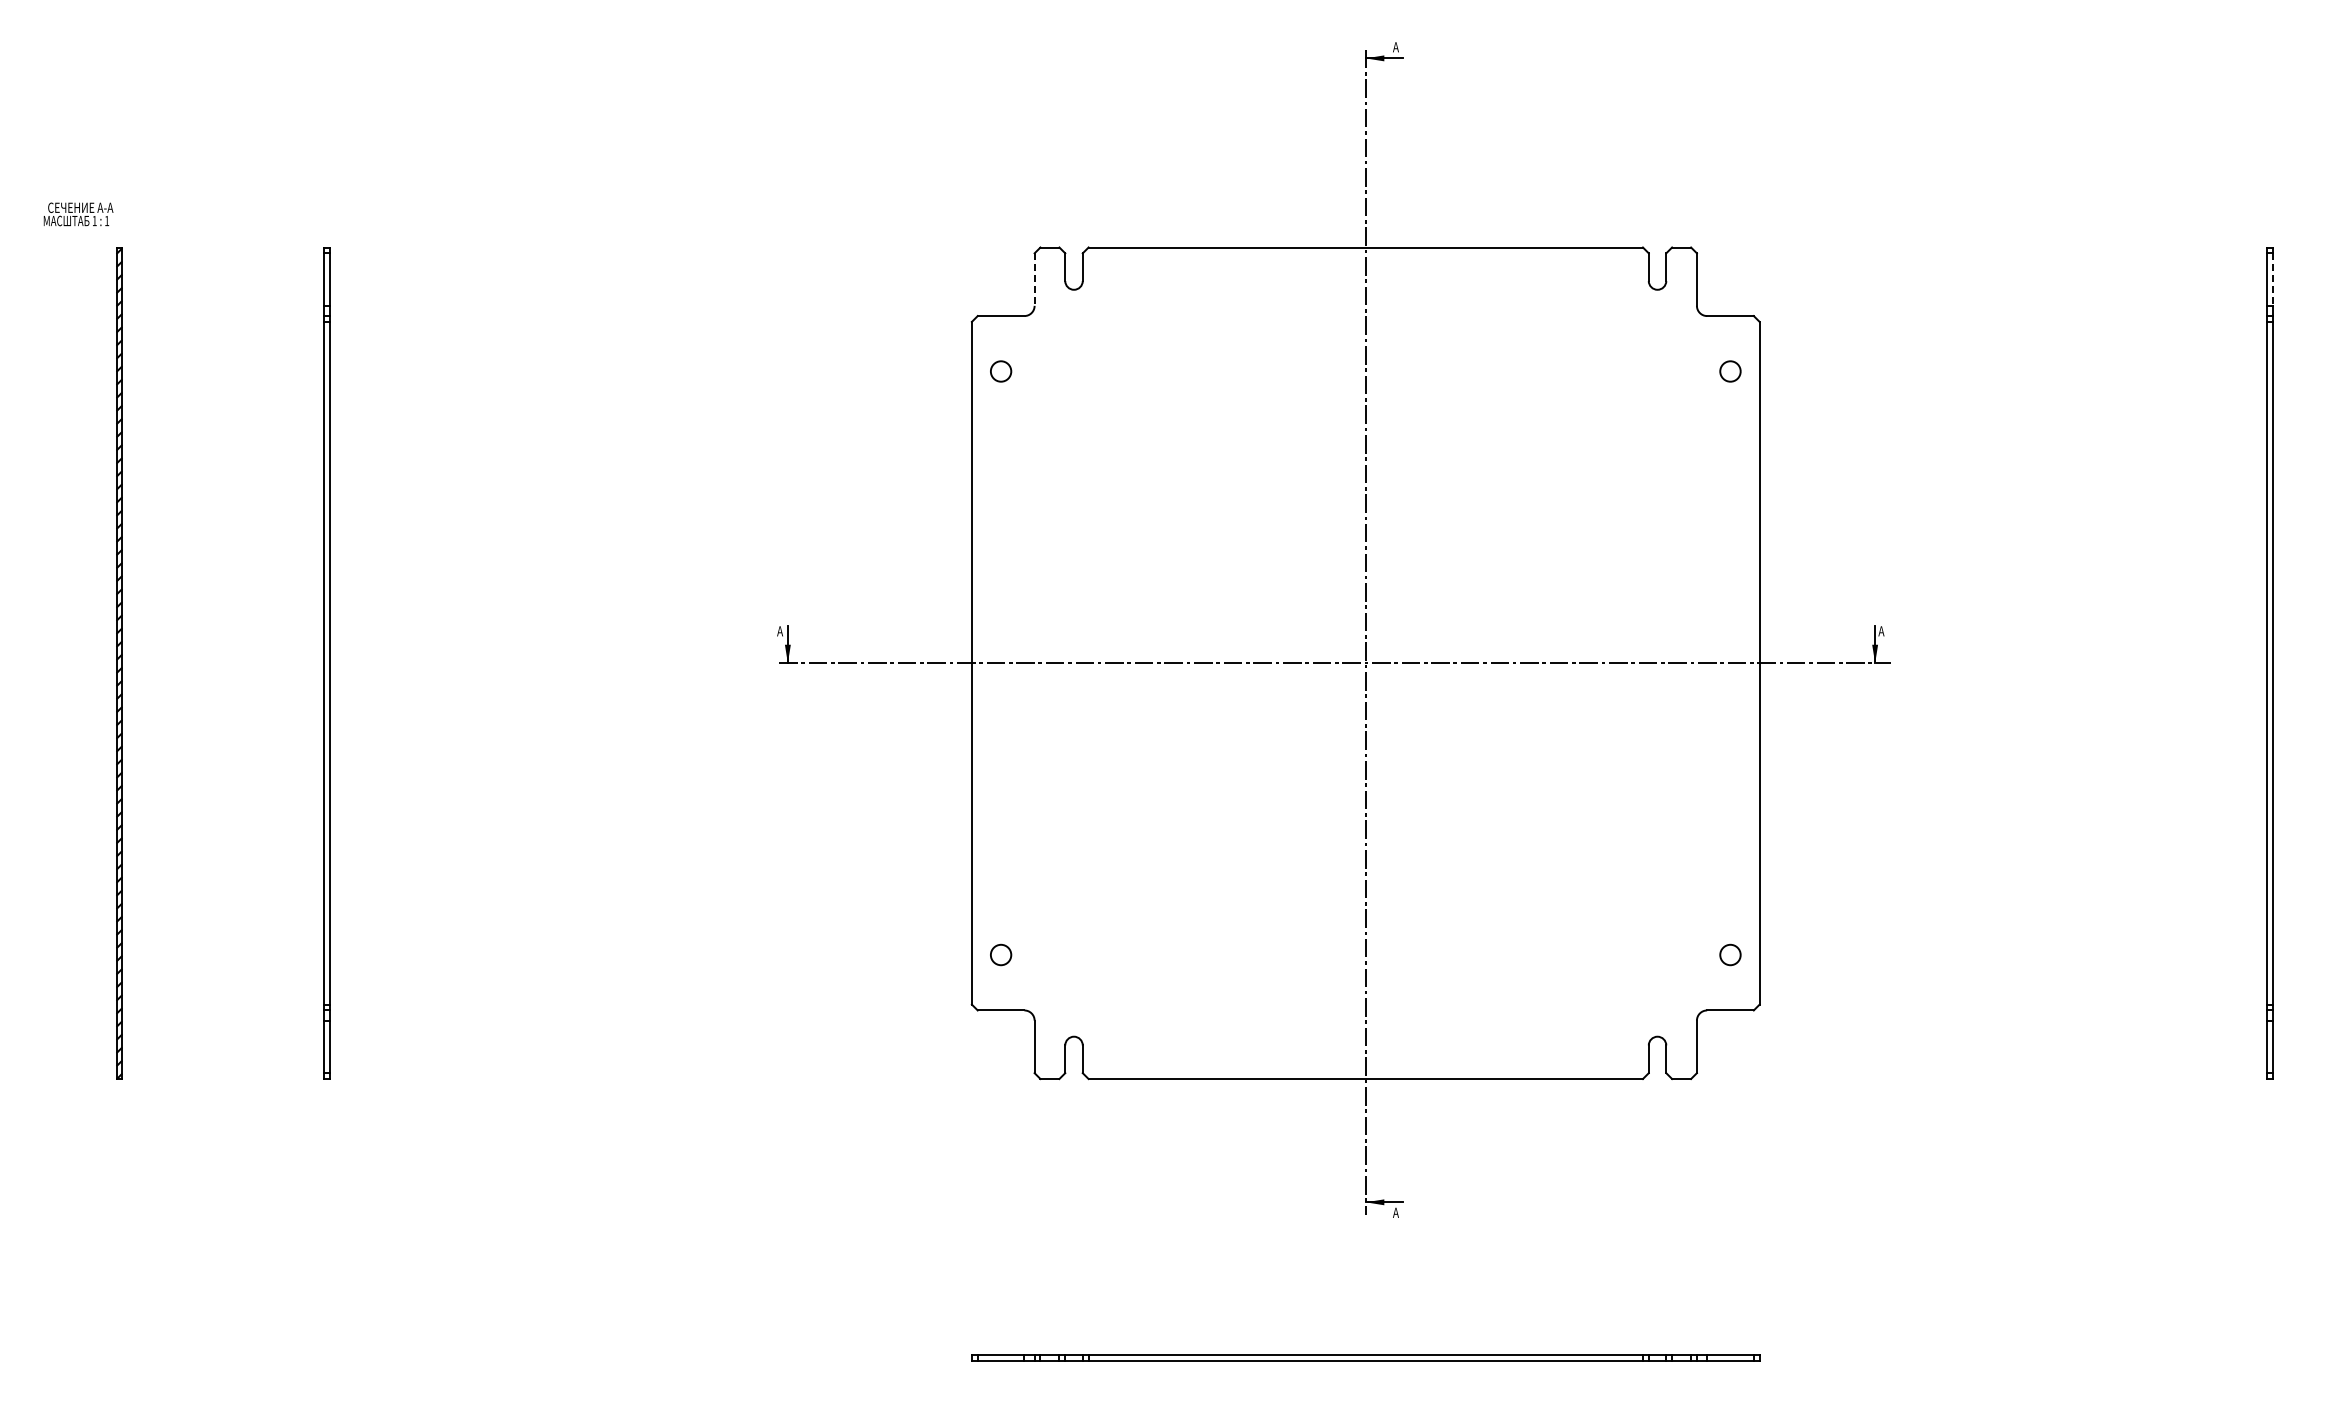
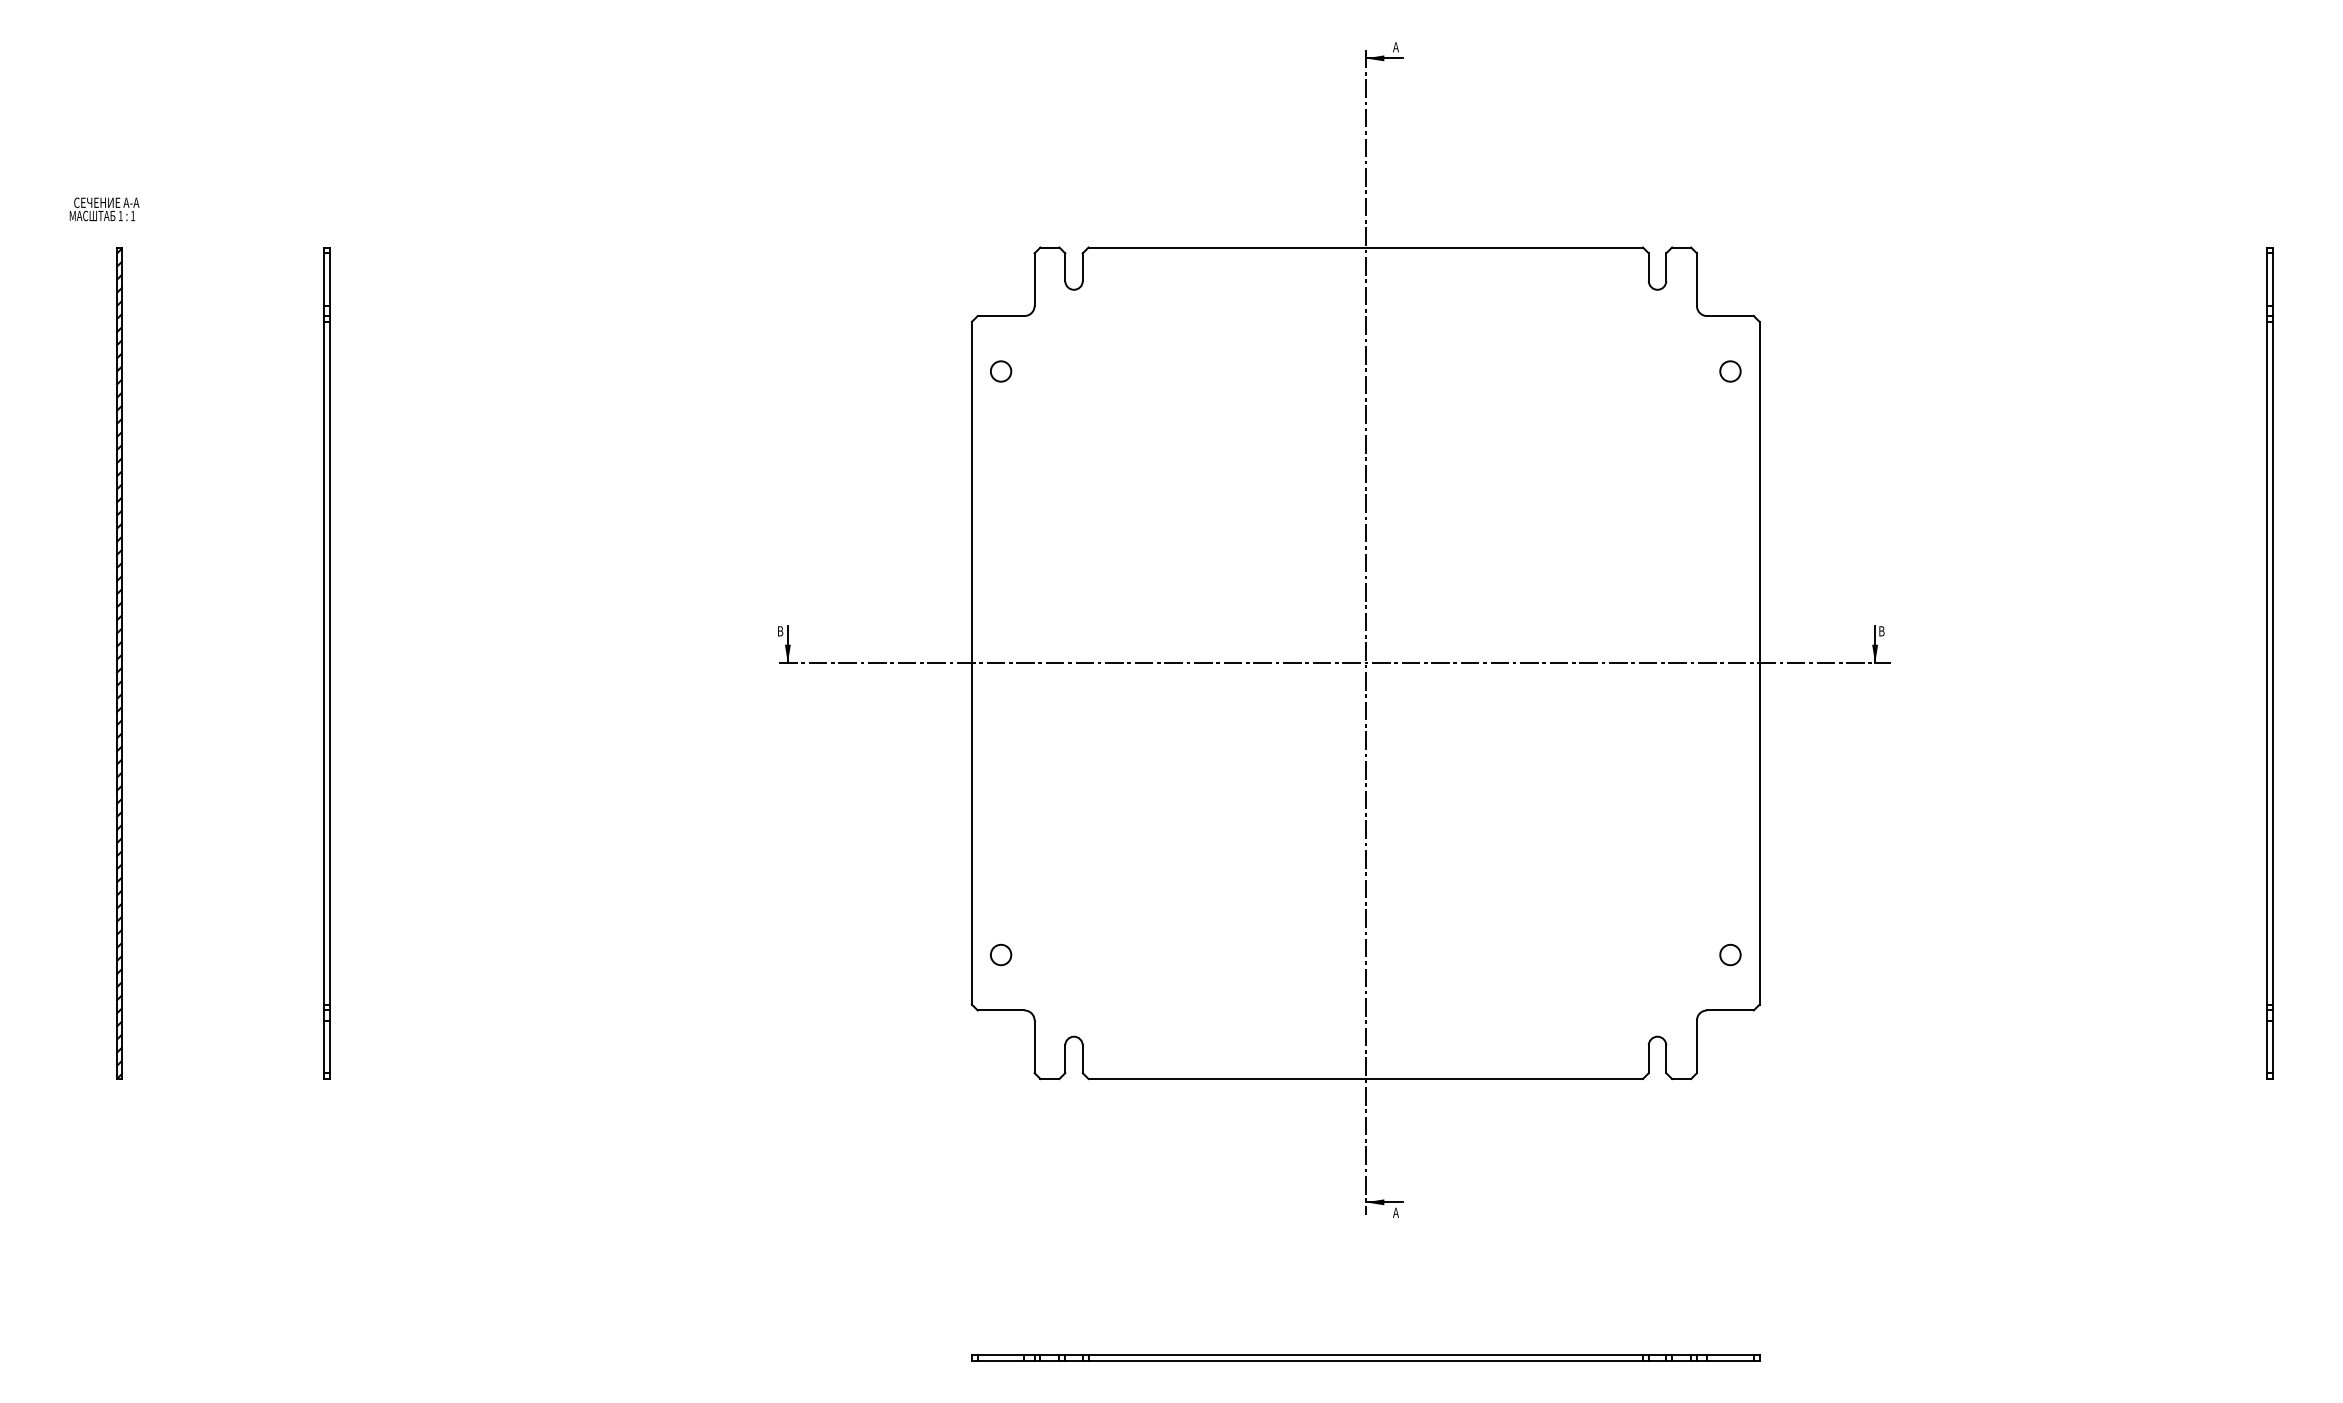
text at (78, 214) position: (78, 214) -> (104, 209)
line at (1034, 280): dashed -> solid
line at (2272, 280): dashed -> solid
text at (780, 631): A -> B
text at (1881, 631): A -> B
